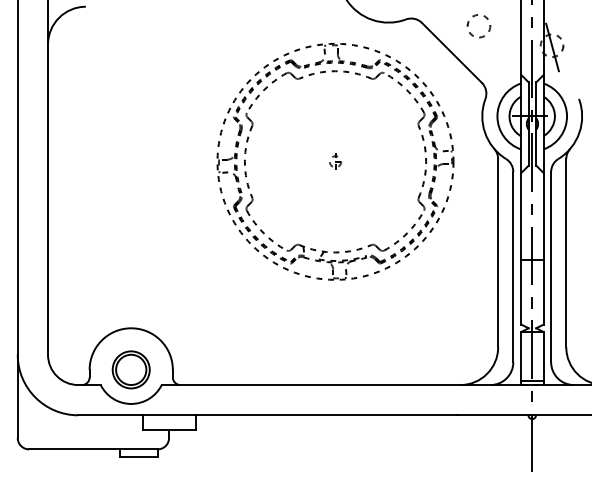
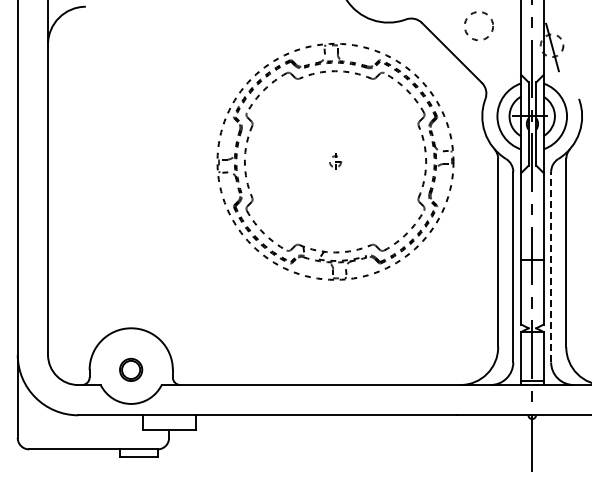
circle at (478, 26) size: 26x25 px -> 30x31 px
line at (551, 266): solid -> dashed
part at (130, 369) size: 40x40 px -> 25x25 px
